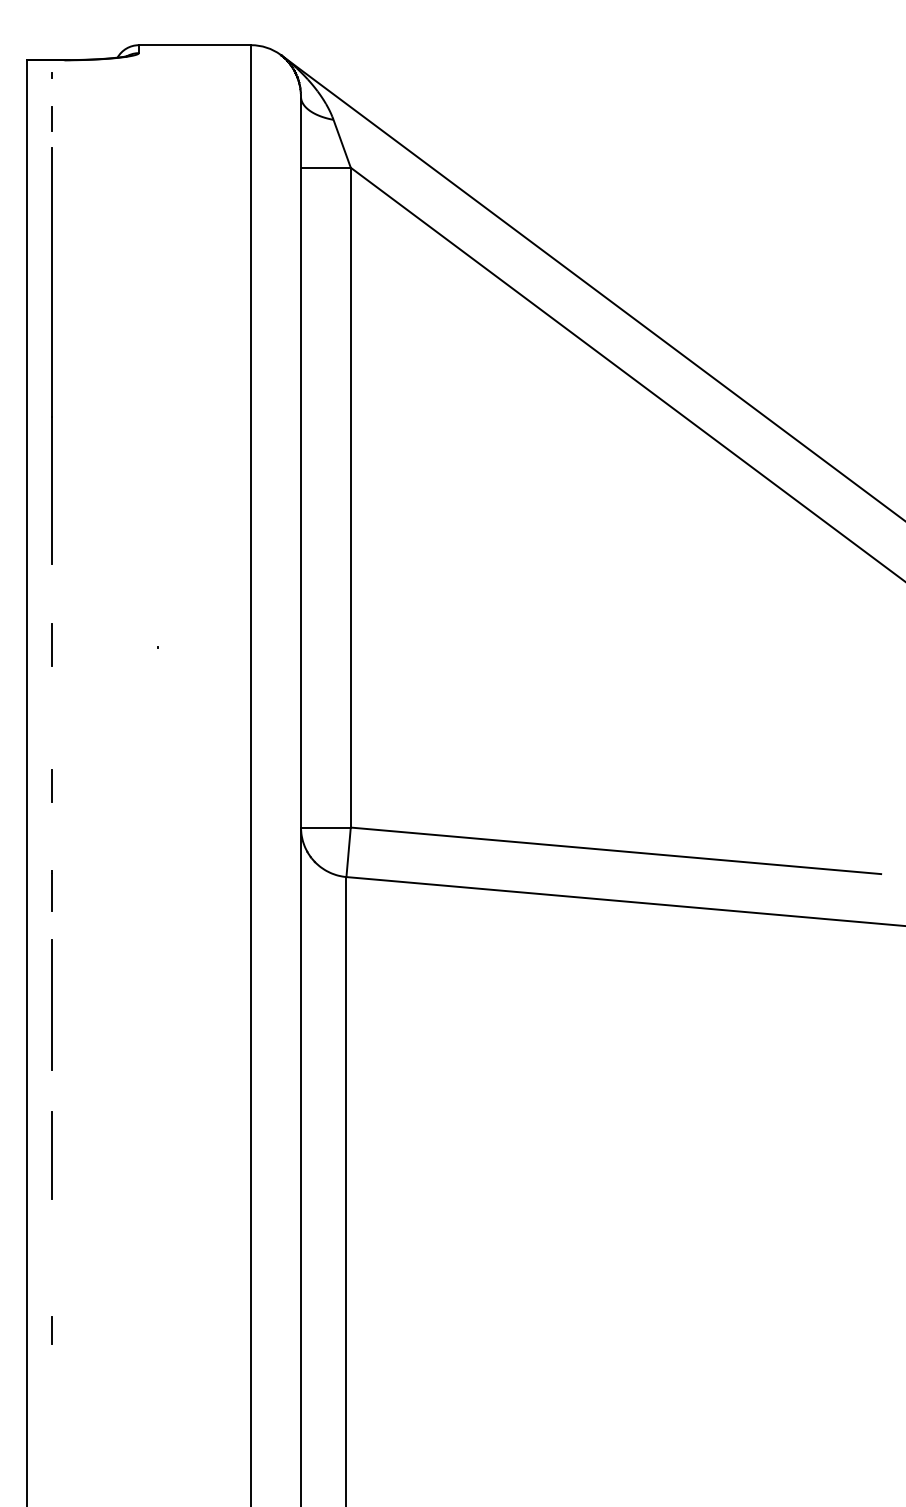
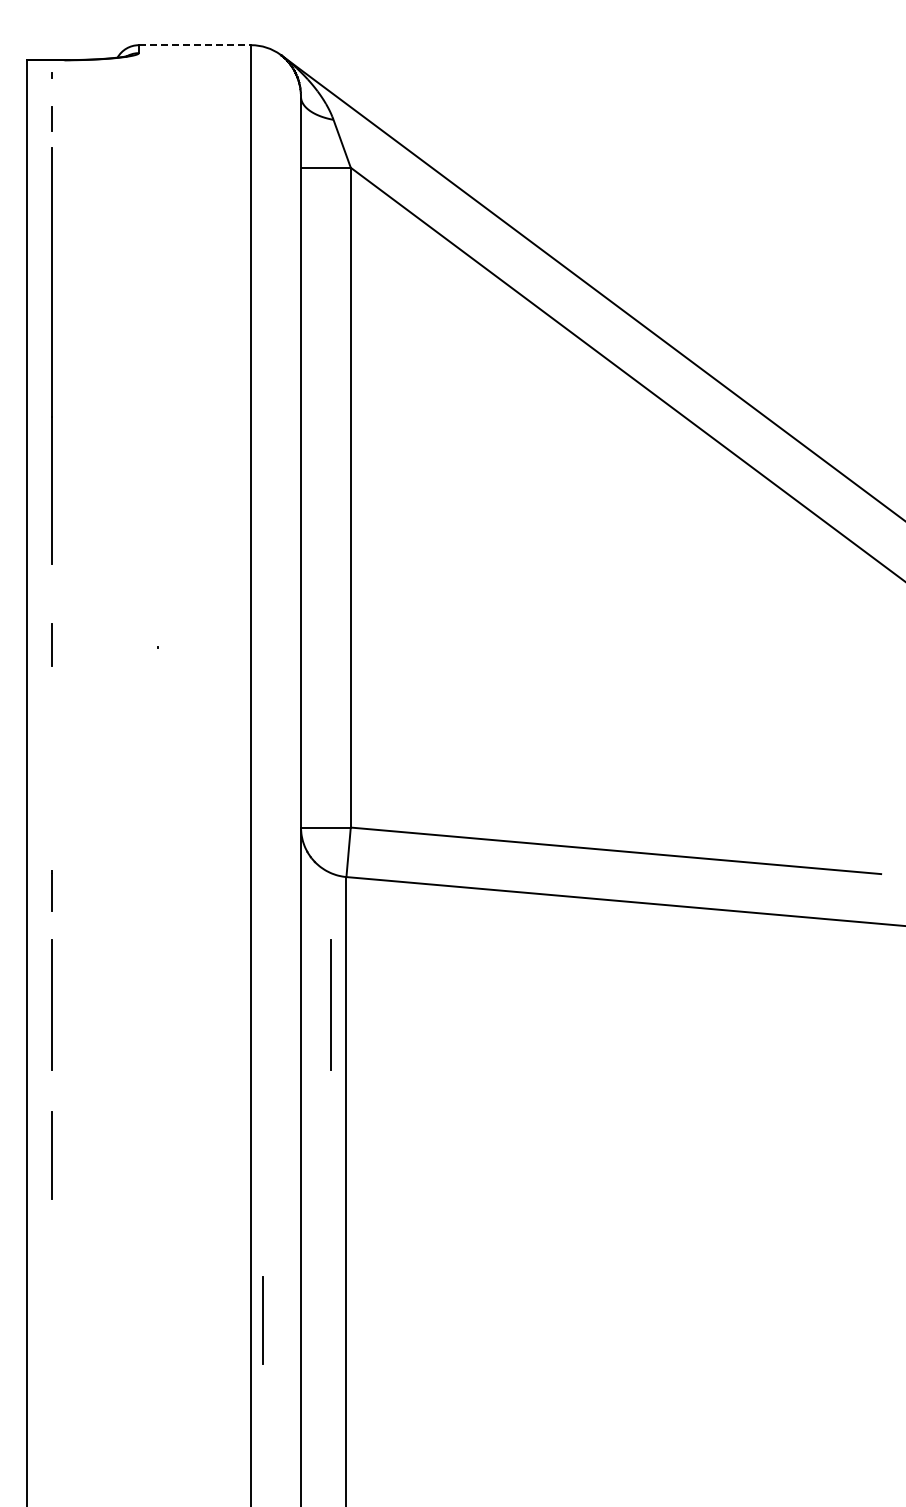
line at (195, 45): solid -> dashed
line at (52, 785): present -> none
line at (330, 1004): none -> present
line at (262, 1320): none -> present
line at (52, 1330): present -> none
